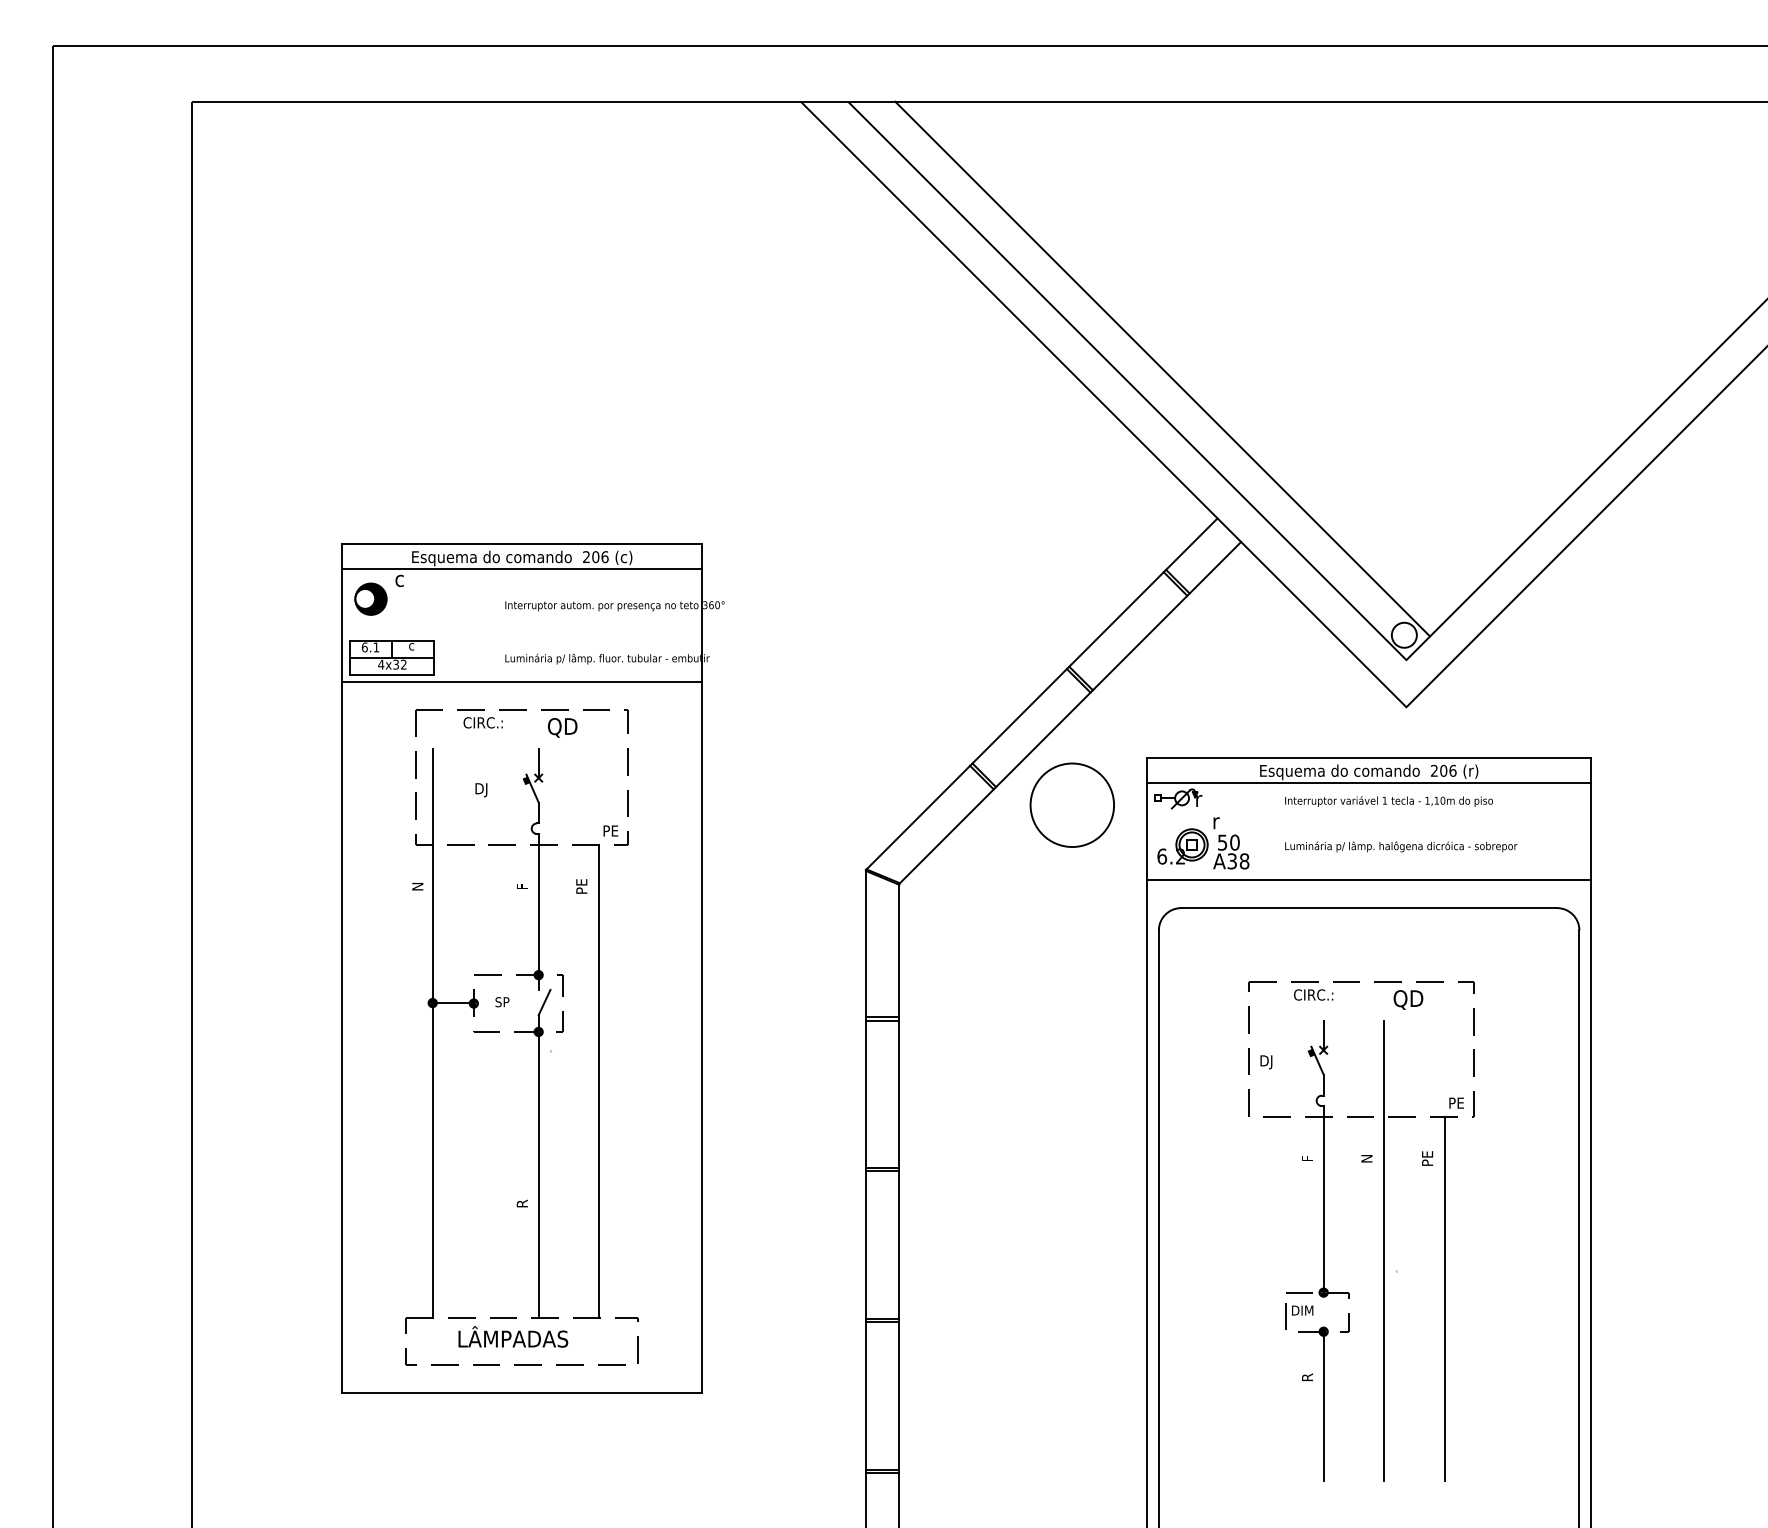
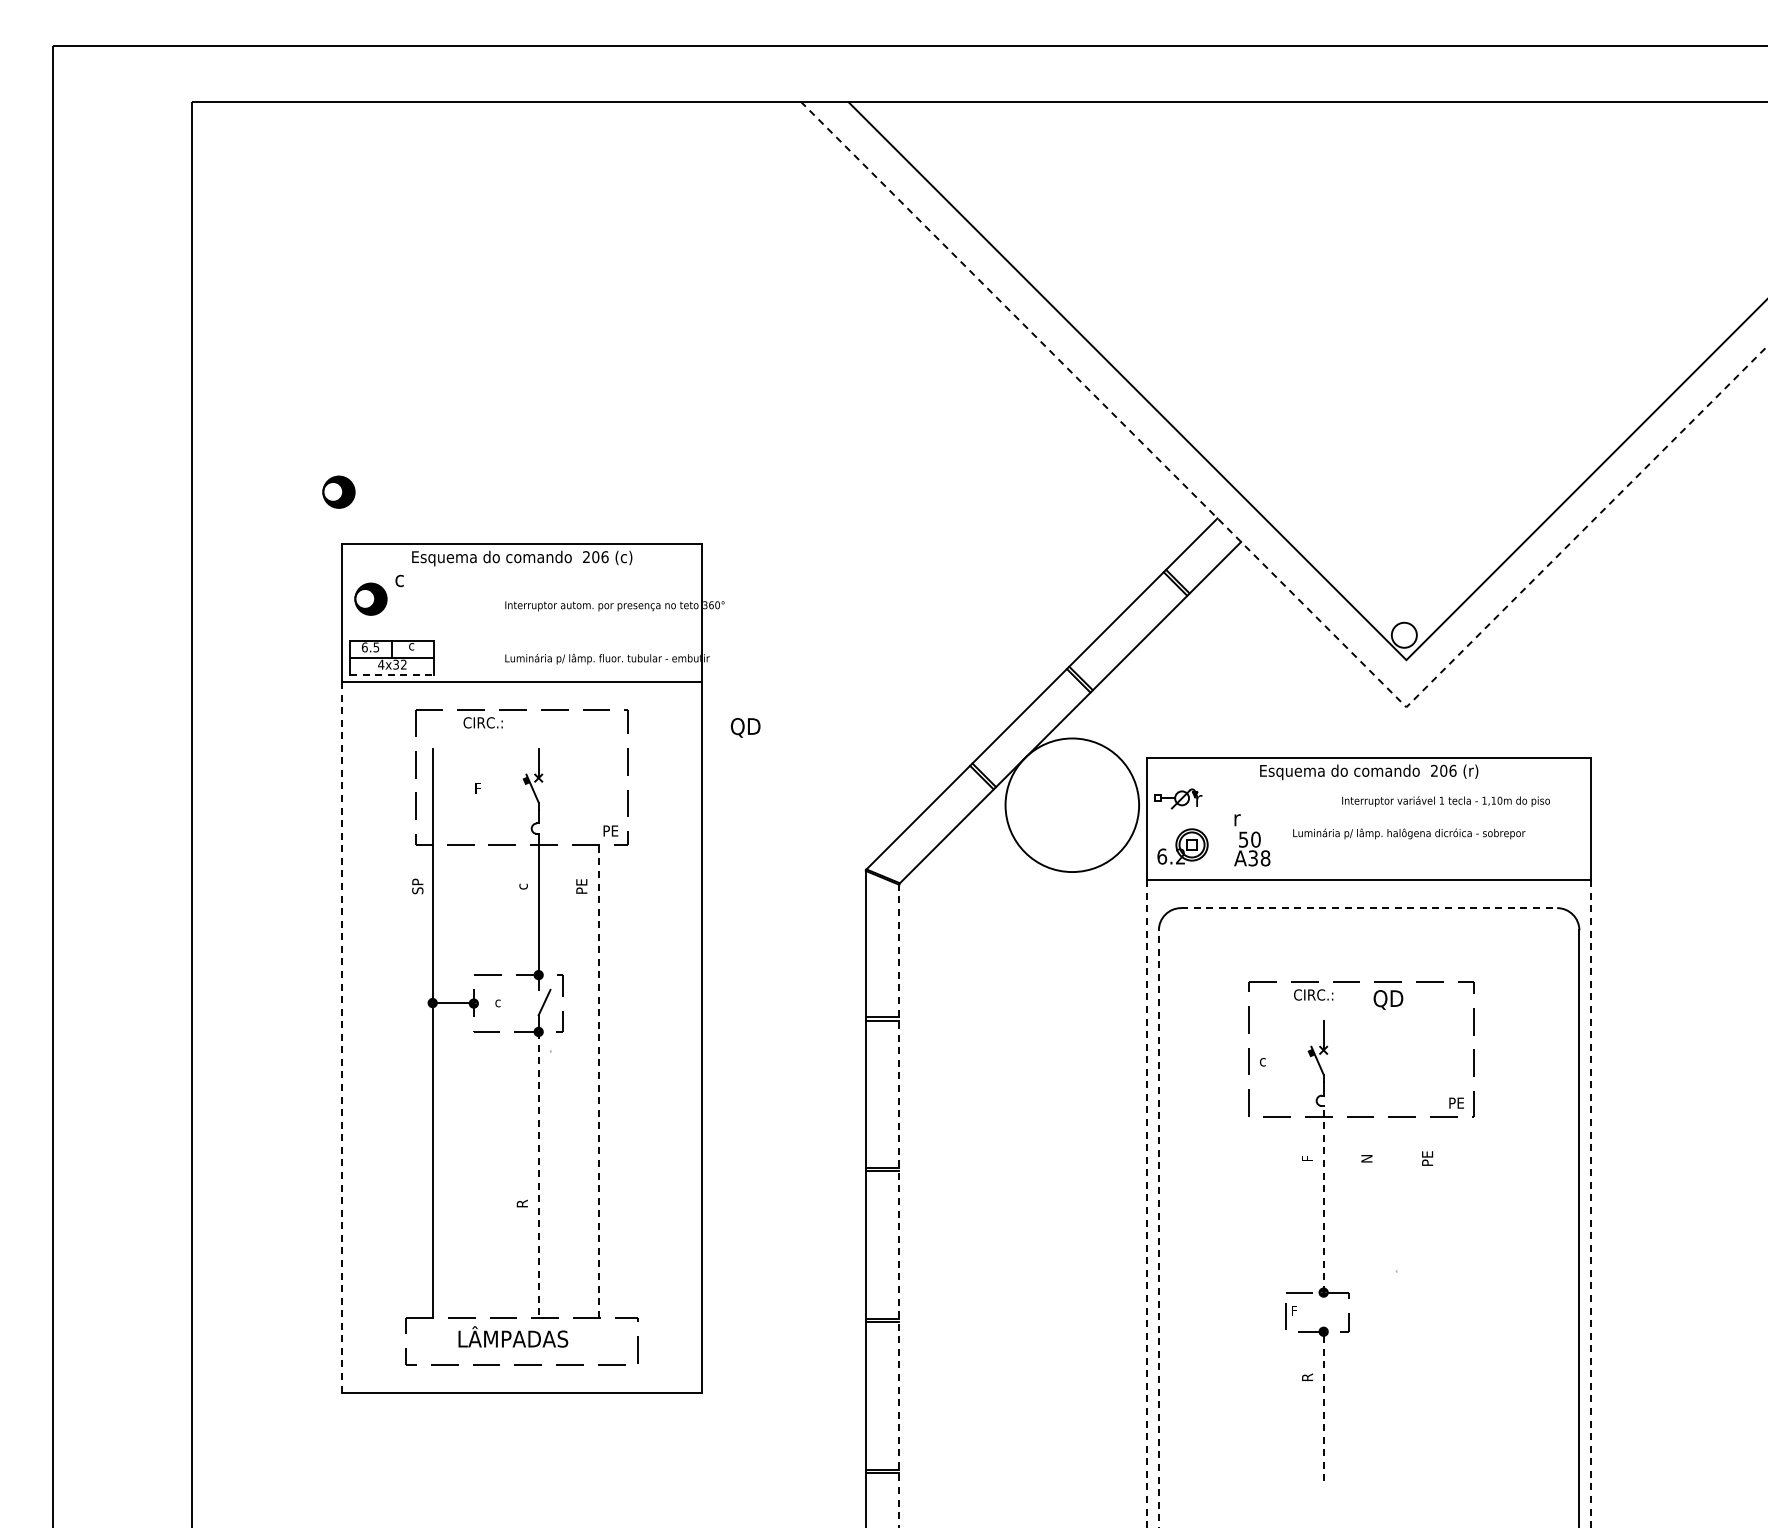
line at (1162, 368): present -> none
part at (338, 491): none -> present
line at (522, 569): present -> none
line at (1284, 585): solid -> dashed
text at (376, 647): 6.1 -> 6.5
line at (392, 675): solid -> dashed
text at (562, 727) position: (562, 727) -> (745, 727)
line at (1369, 782): present -> none
text at (481, 790): DJ -> F
text at (1388, 801) position: (1388, 801) -> (1445, 801)
circle at (1072, 805) diameter: 83 px -> 134 px
text at (1231, 843) position: (1231, 843) -> (1252, 840)
text at (1401, 846) position: (1401, 846) -> (1409, 833)
text at (417, 886): N -> SP
text at (522, 886): F -> c
line at (1369, 908): solid -> dashed
text at (1408, 999) position: (1408, 999) -> (1388, 999)
text at (502, 1002): SP -> c
line at (342, 1037): solid -> dashed
text at (1265, 1062): DJ -> c
line at (599, 1080): solid -> dashed
line at (538, 1174): solid -> dashed
line at (1323, 1198): solid -> dashed
line at (1147, 1203): solid -> dashed
line at (1591, 1203): solid -> dashed
line at (899, 1205): solid -> dashed
line at (1158, 1228): solid -> dashed
line at (1384, 1250): present -> none
line at (1444, 1299): present -> none
text at (1302, 1310): DIM -> F
line at (1323, 1406): solid -> dashed
